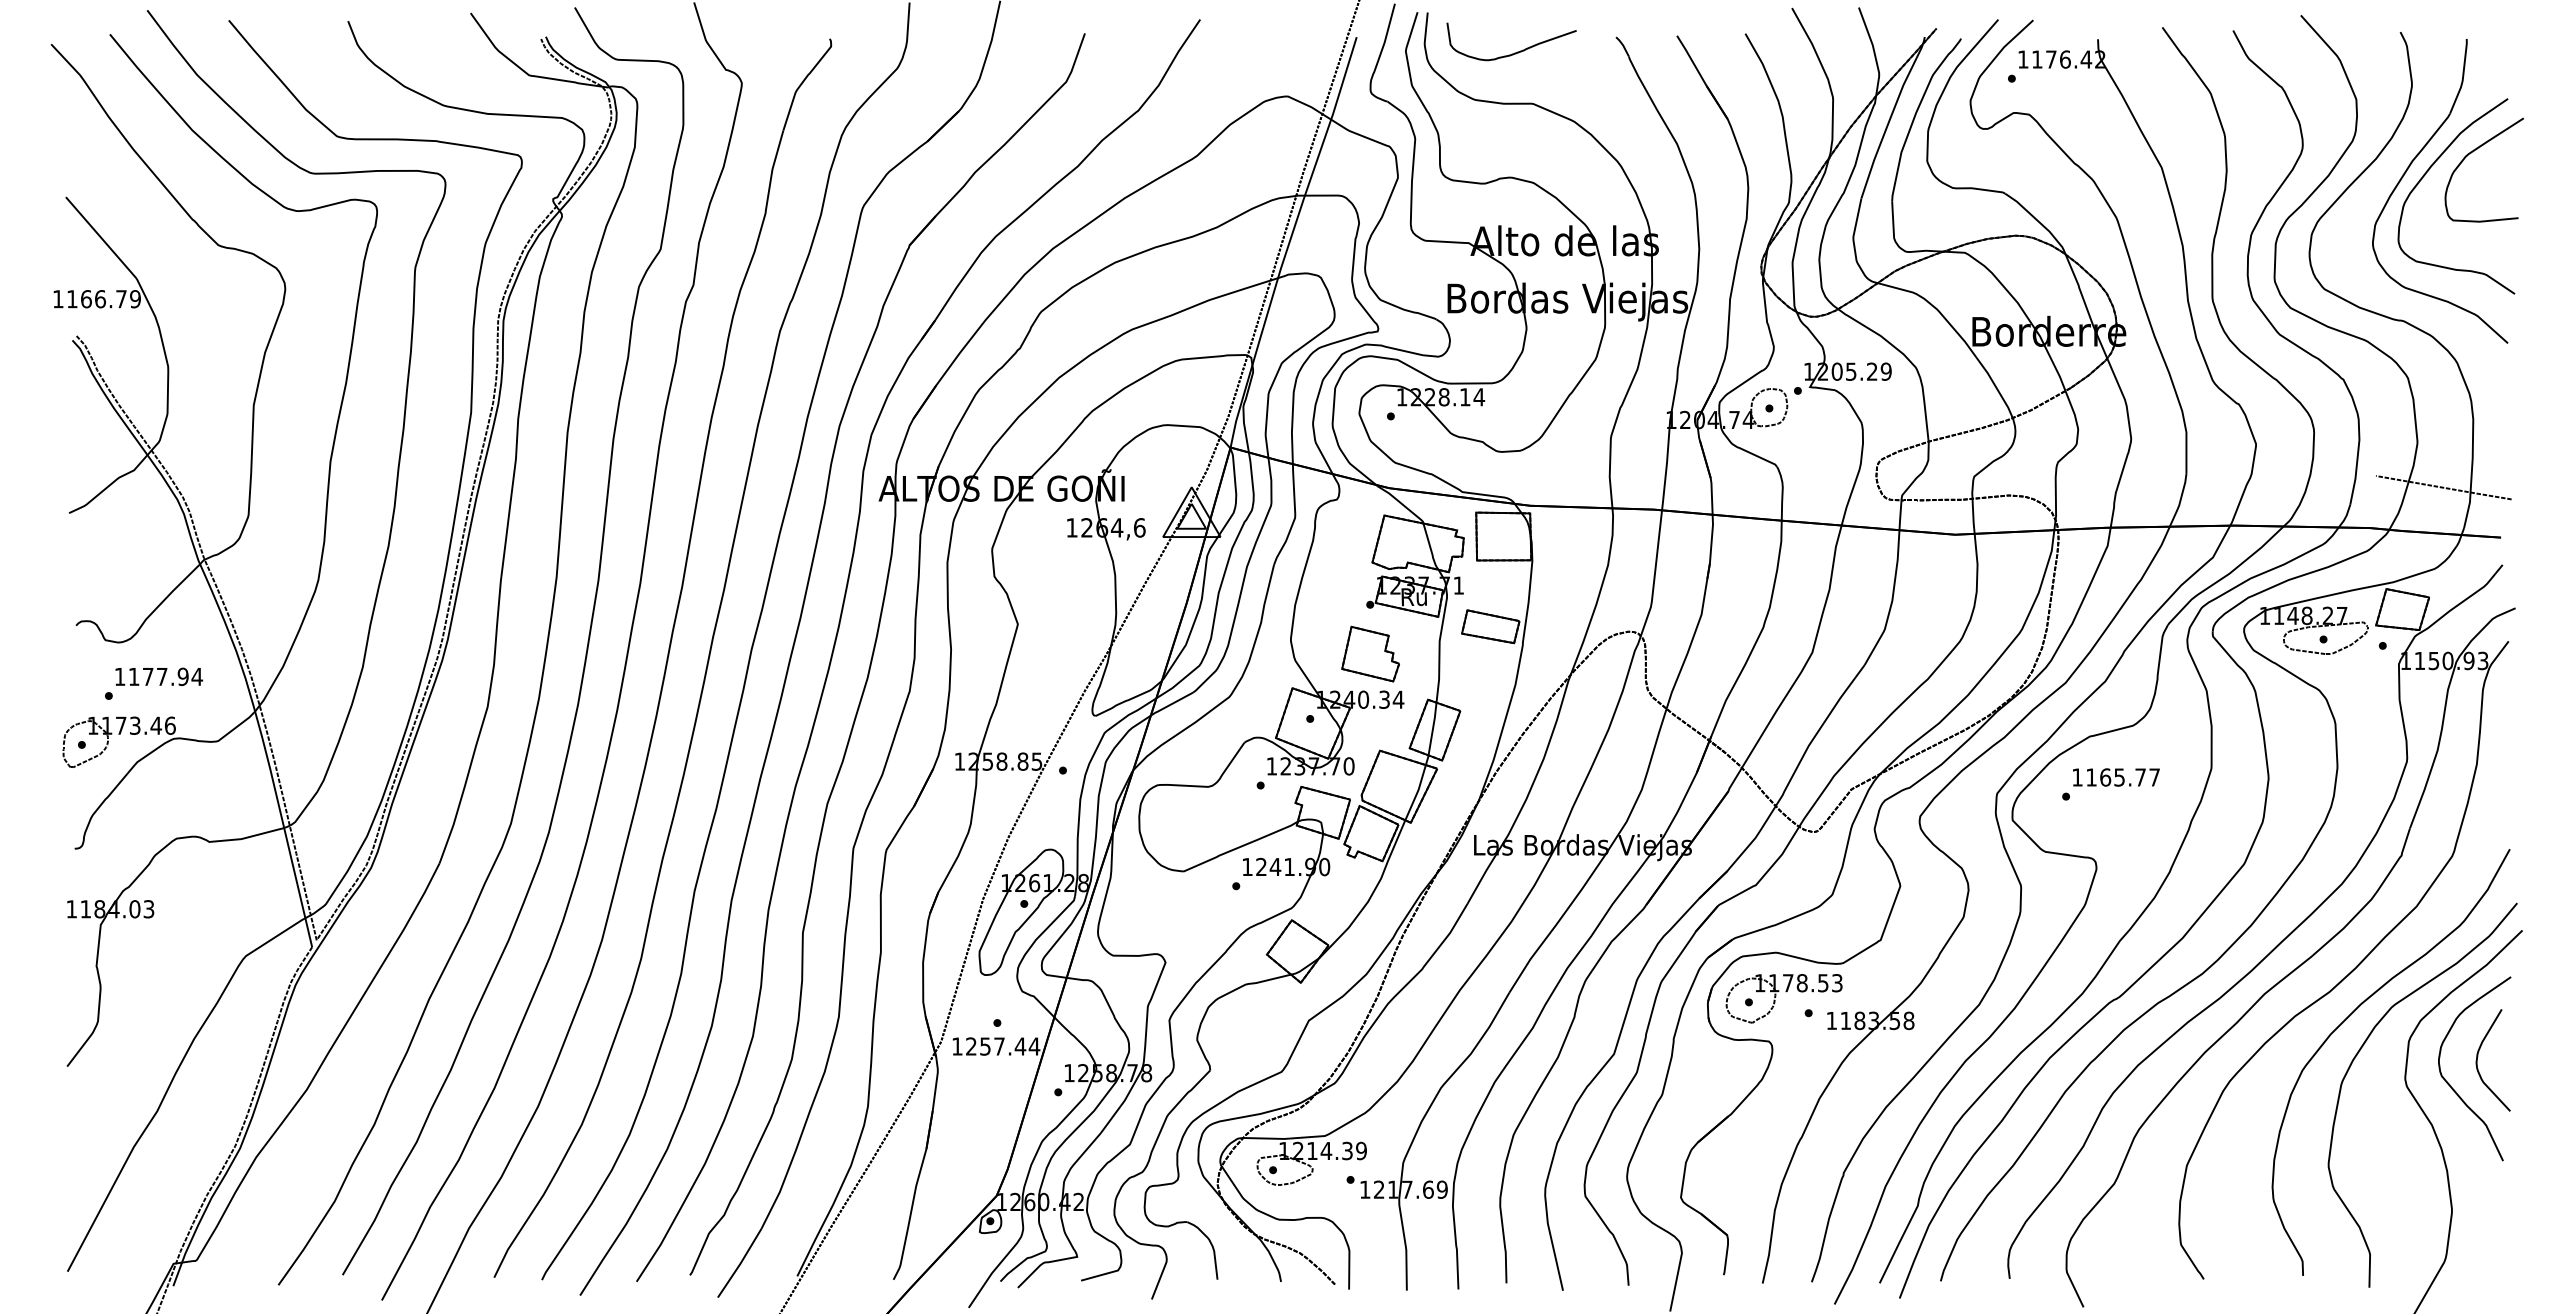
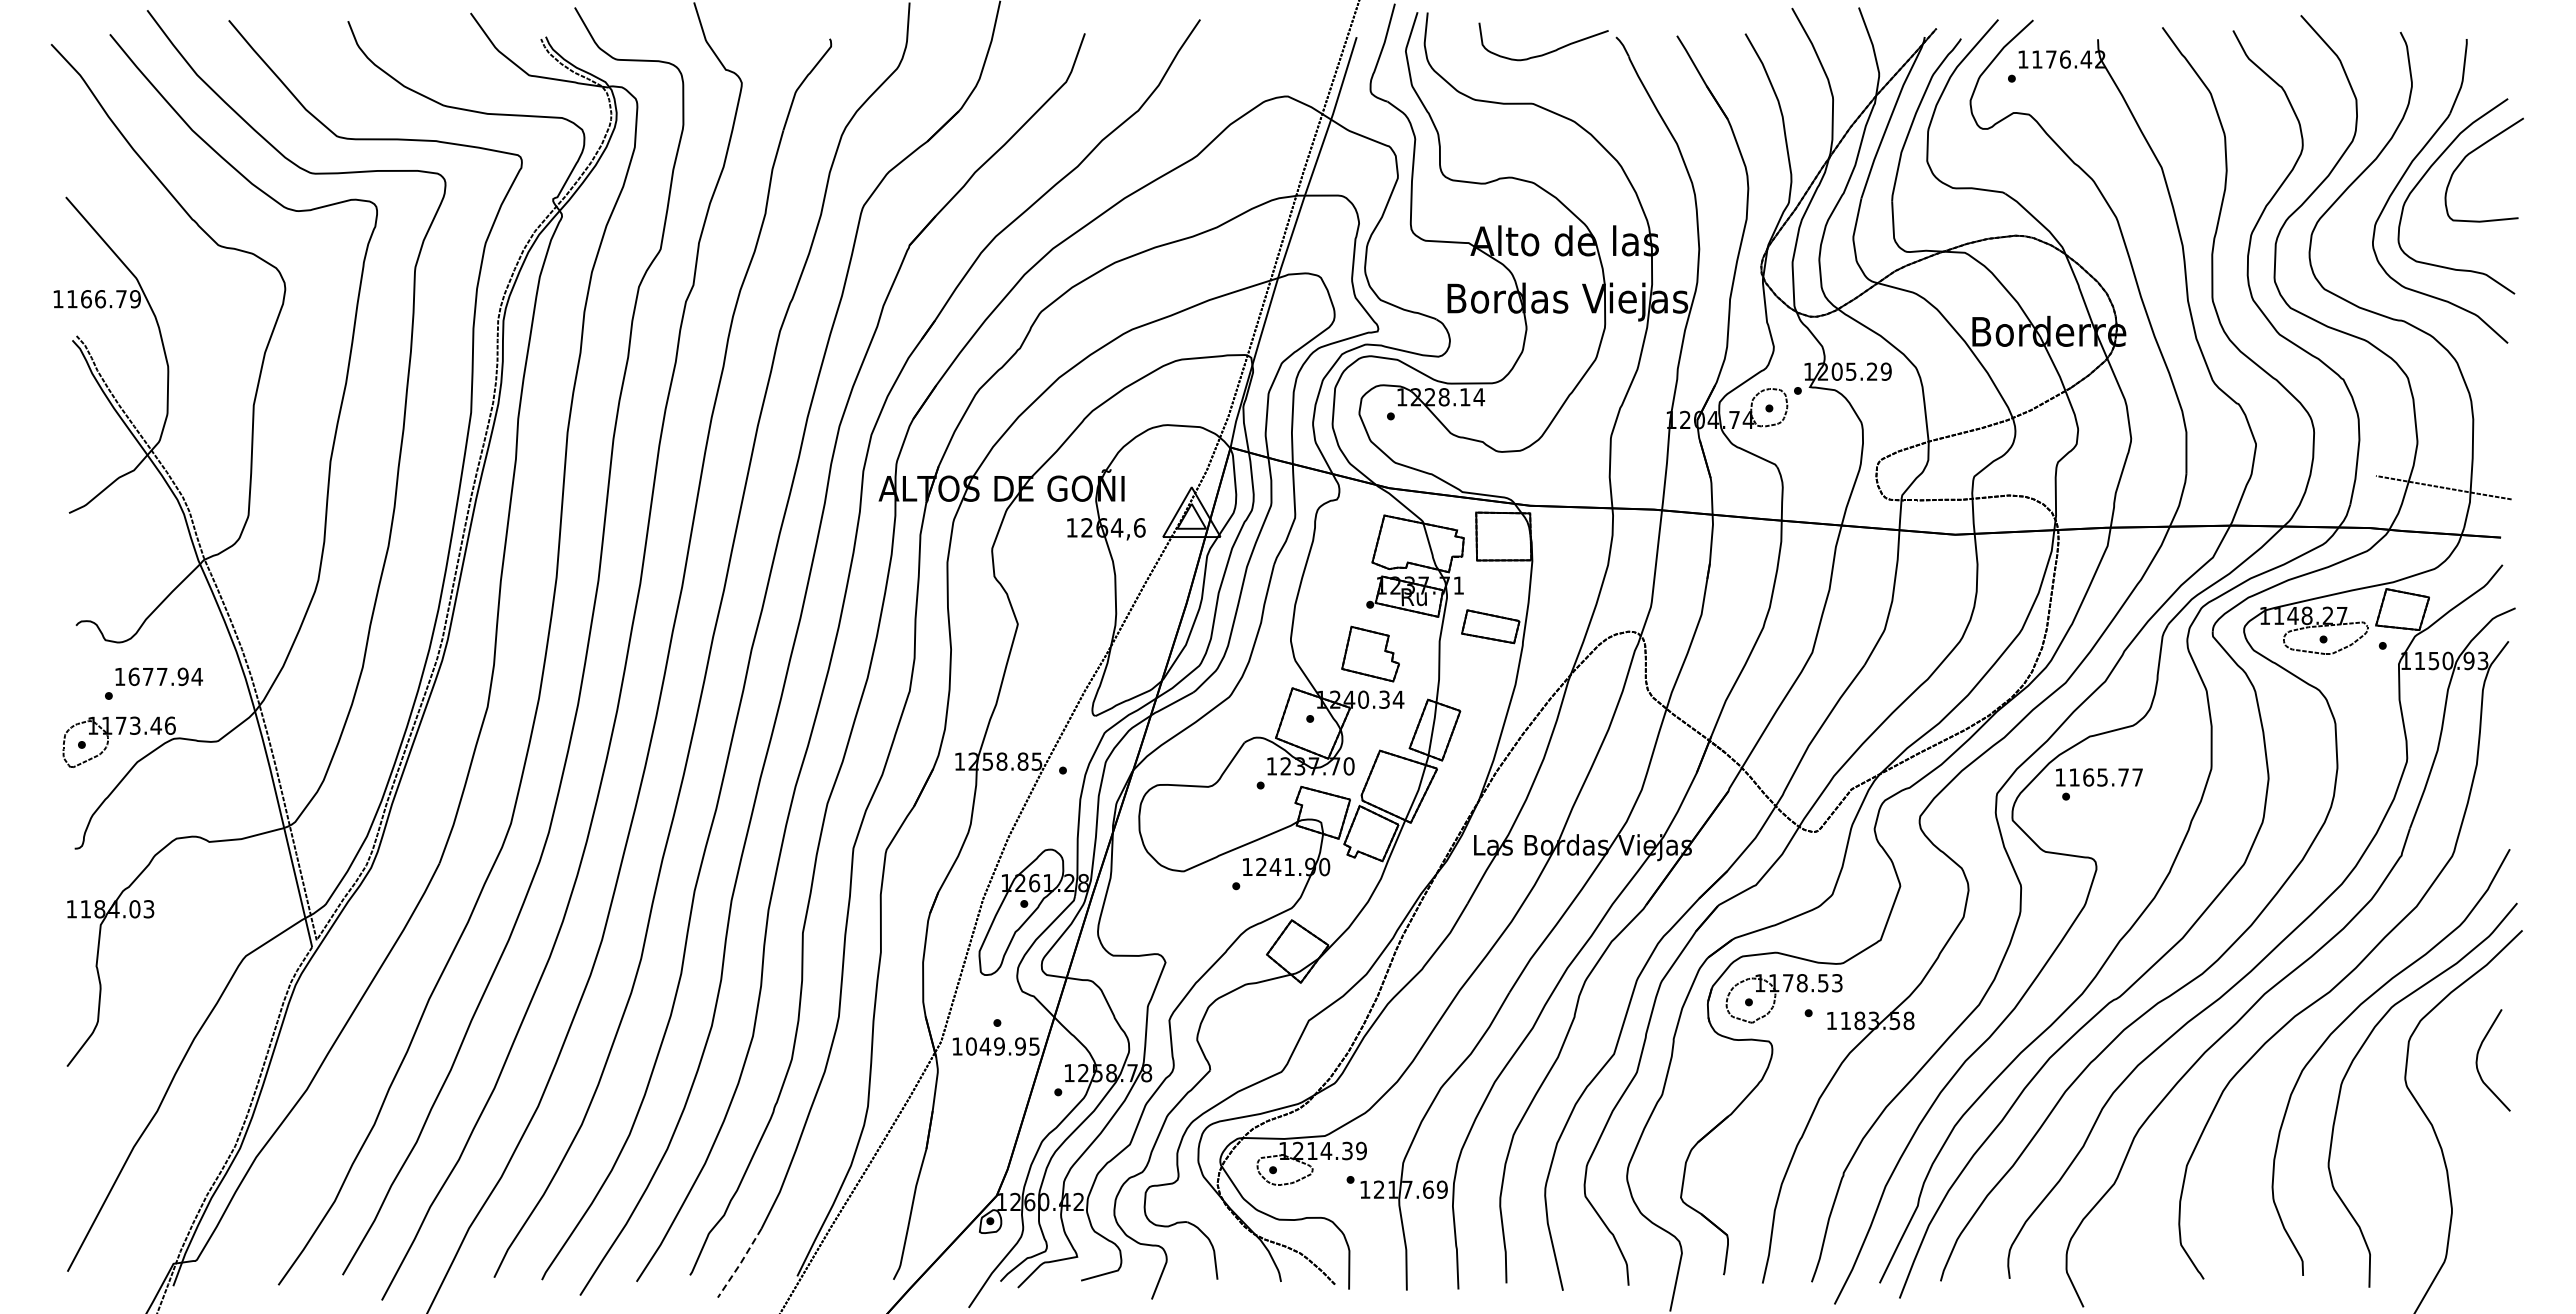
curve at (1514, 52) position: (1514, 52) -> (1546, 52)
text at (133, 676): 1177.94 -> 1677.94
text at (2116, 777) position: (2116, 777) -> (2099, 777)
text at (1003, 1046): 1257.44 -> 1049.95
curve at (2450, 1084): present -> none
line at (740, 1263): solid -> dashed
